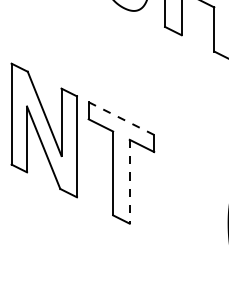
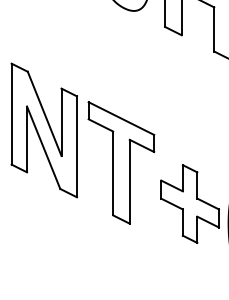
line at (121, 118): dashed -> solid
line at (129, 181): dashed -> solid
part at (189, 203): none -> present
